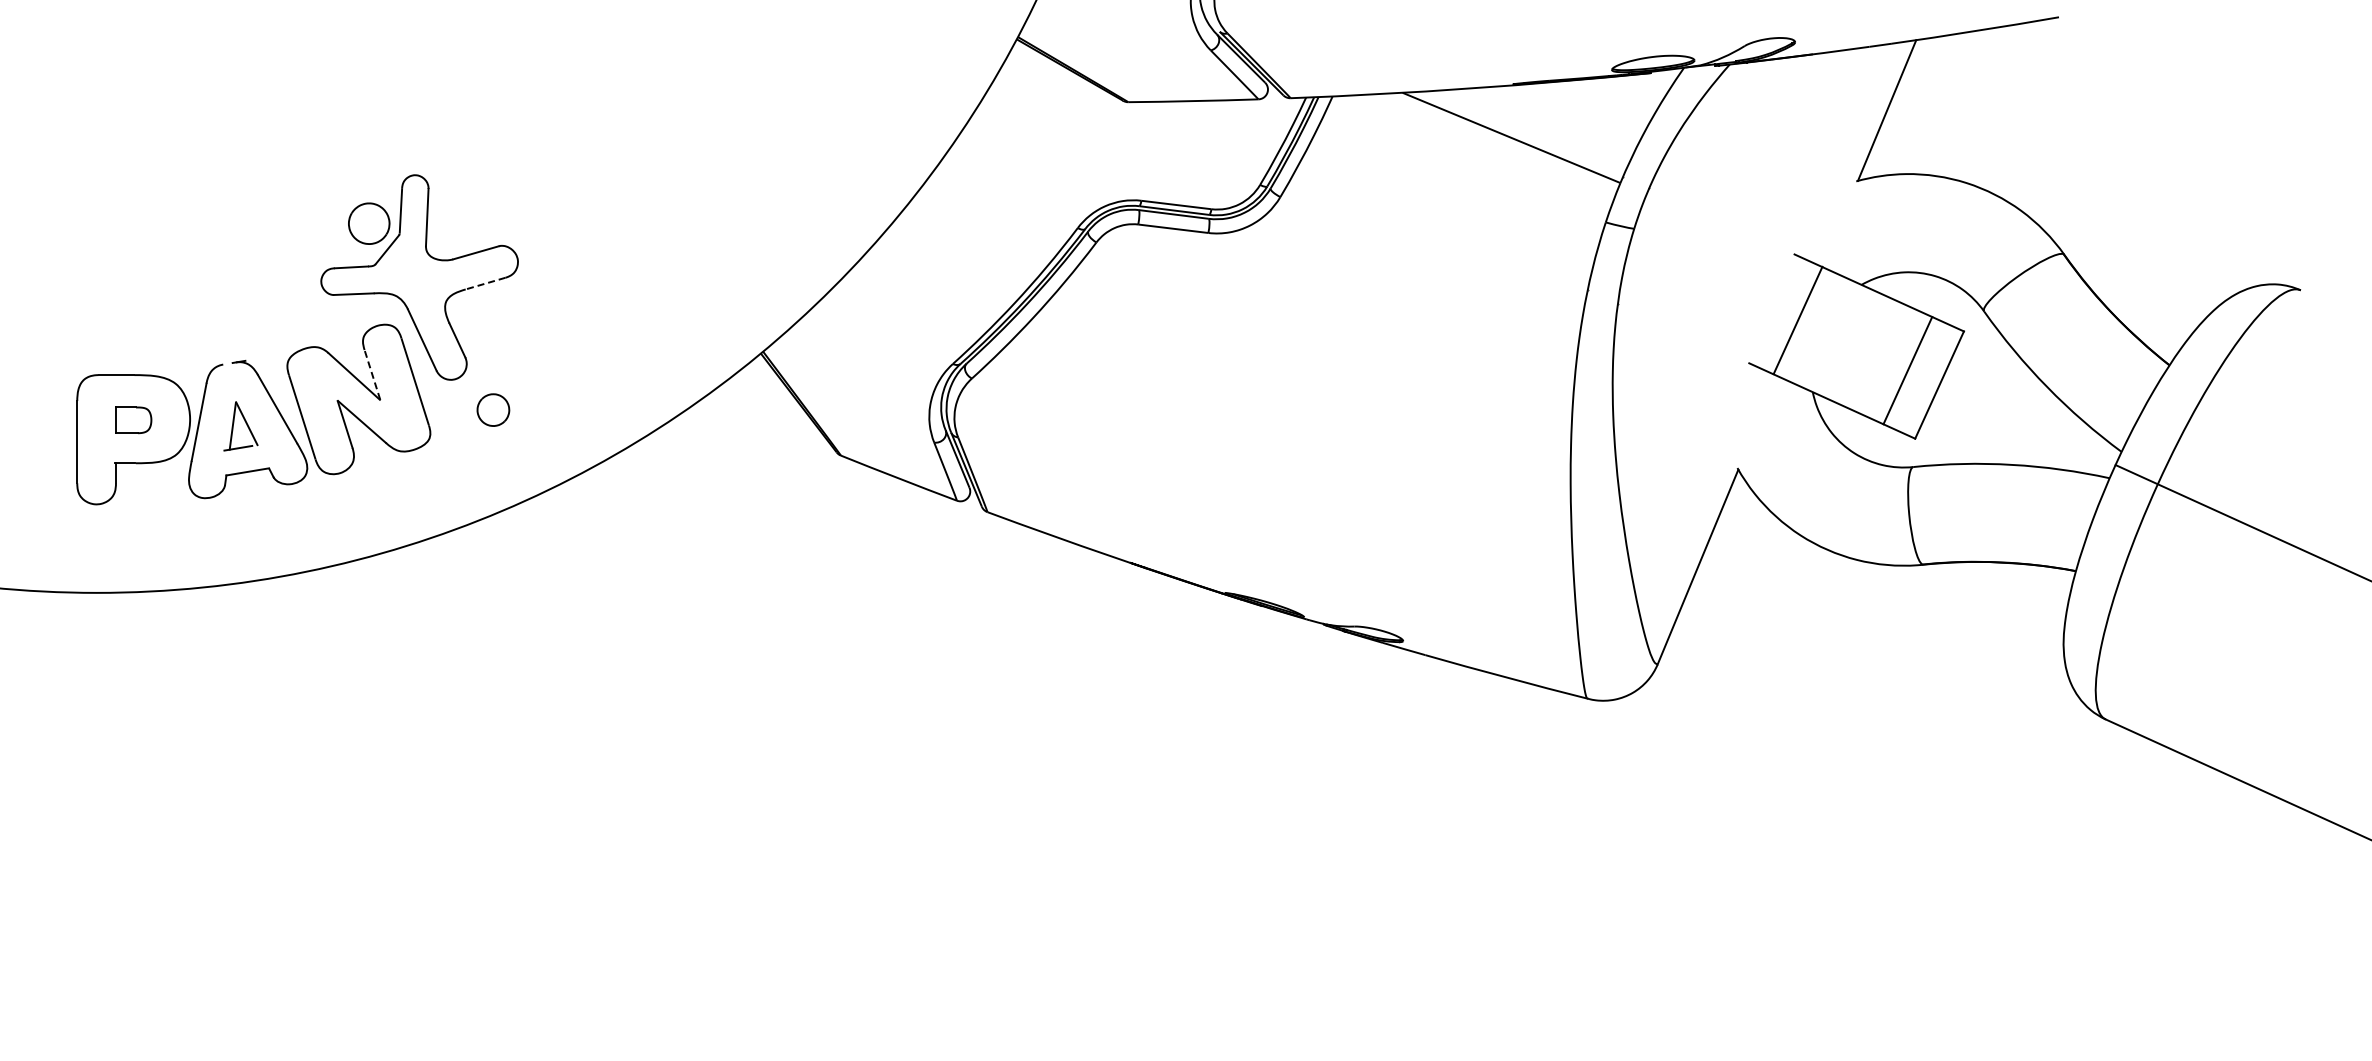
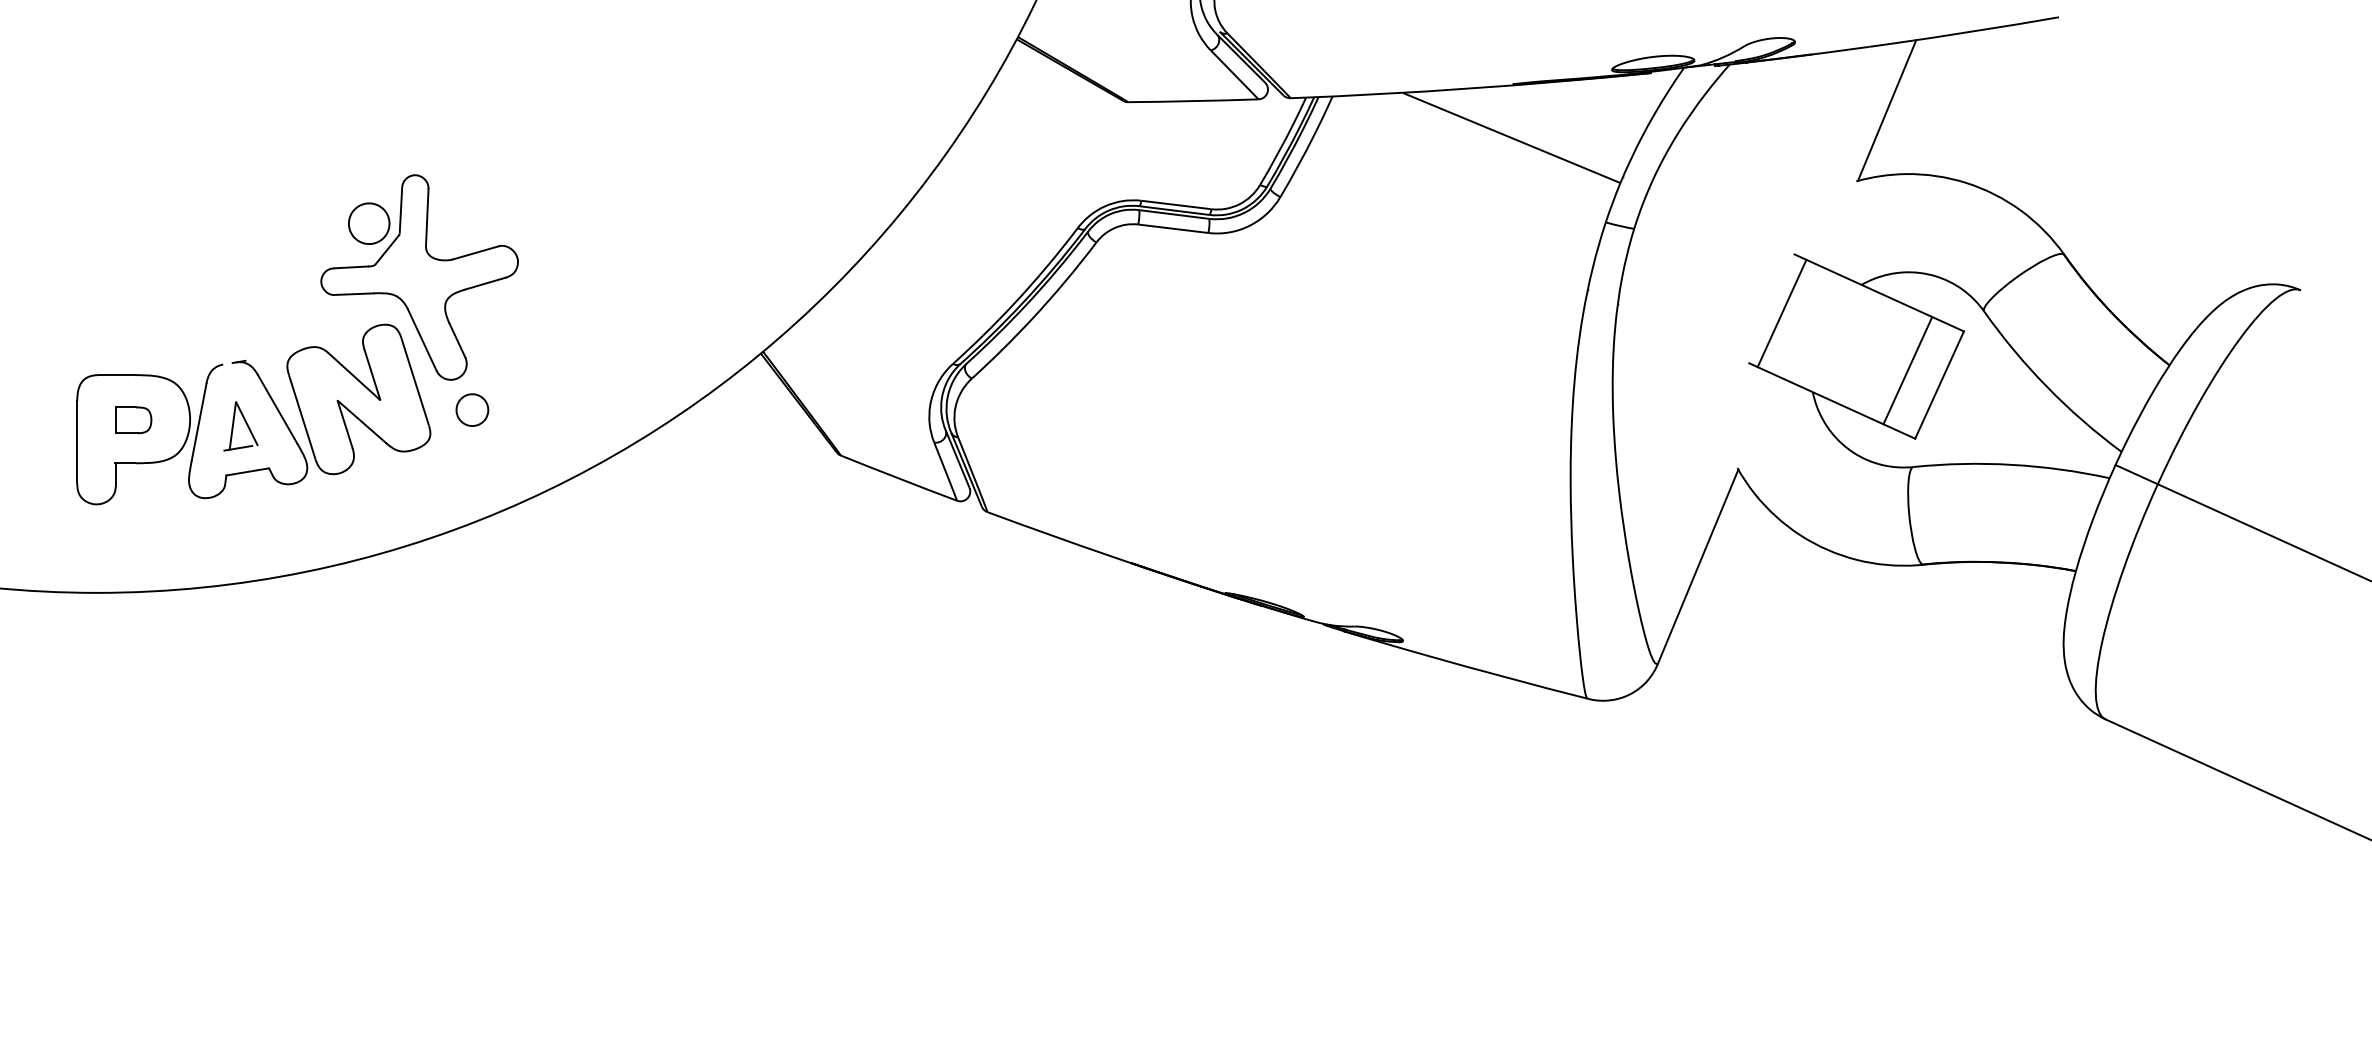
line at (485, 283): dashed -> solid
line at (1797, 320) position: (1797, 320) -> (1781, 313)
line at (372, 374): dashed -> solid
part at (493, 409) position: (493, 409) -> (472, 409)
